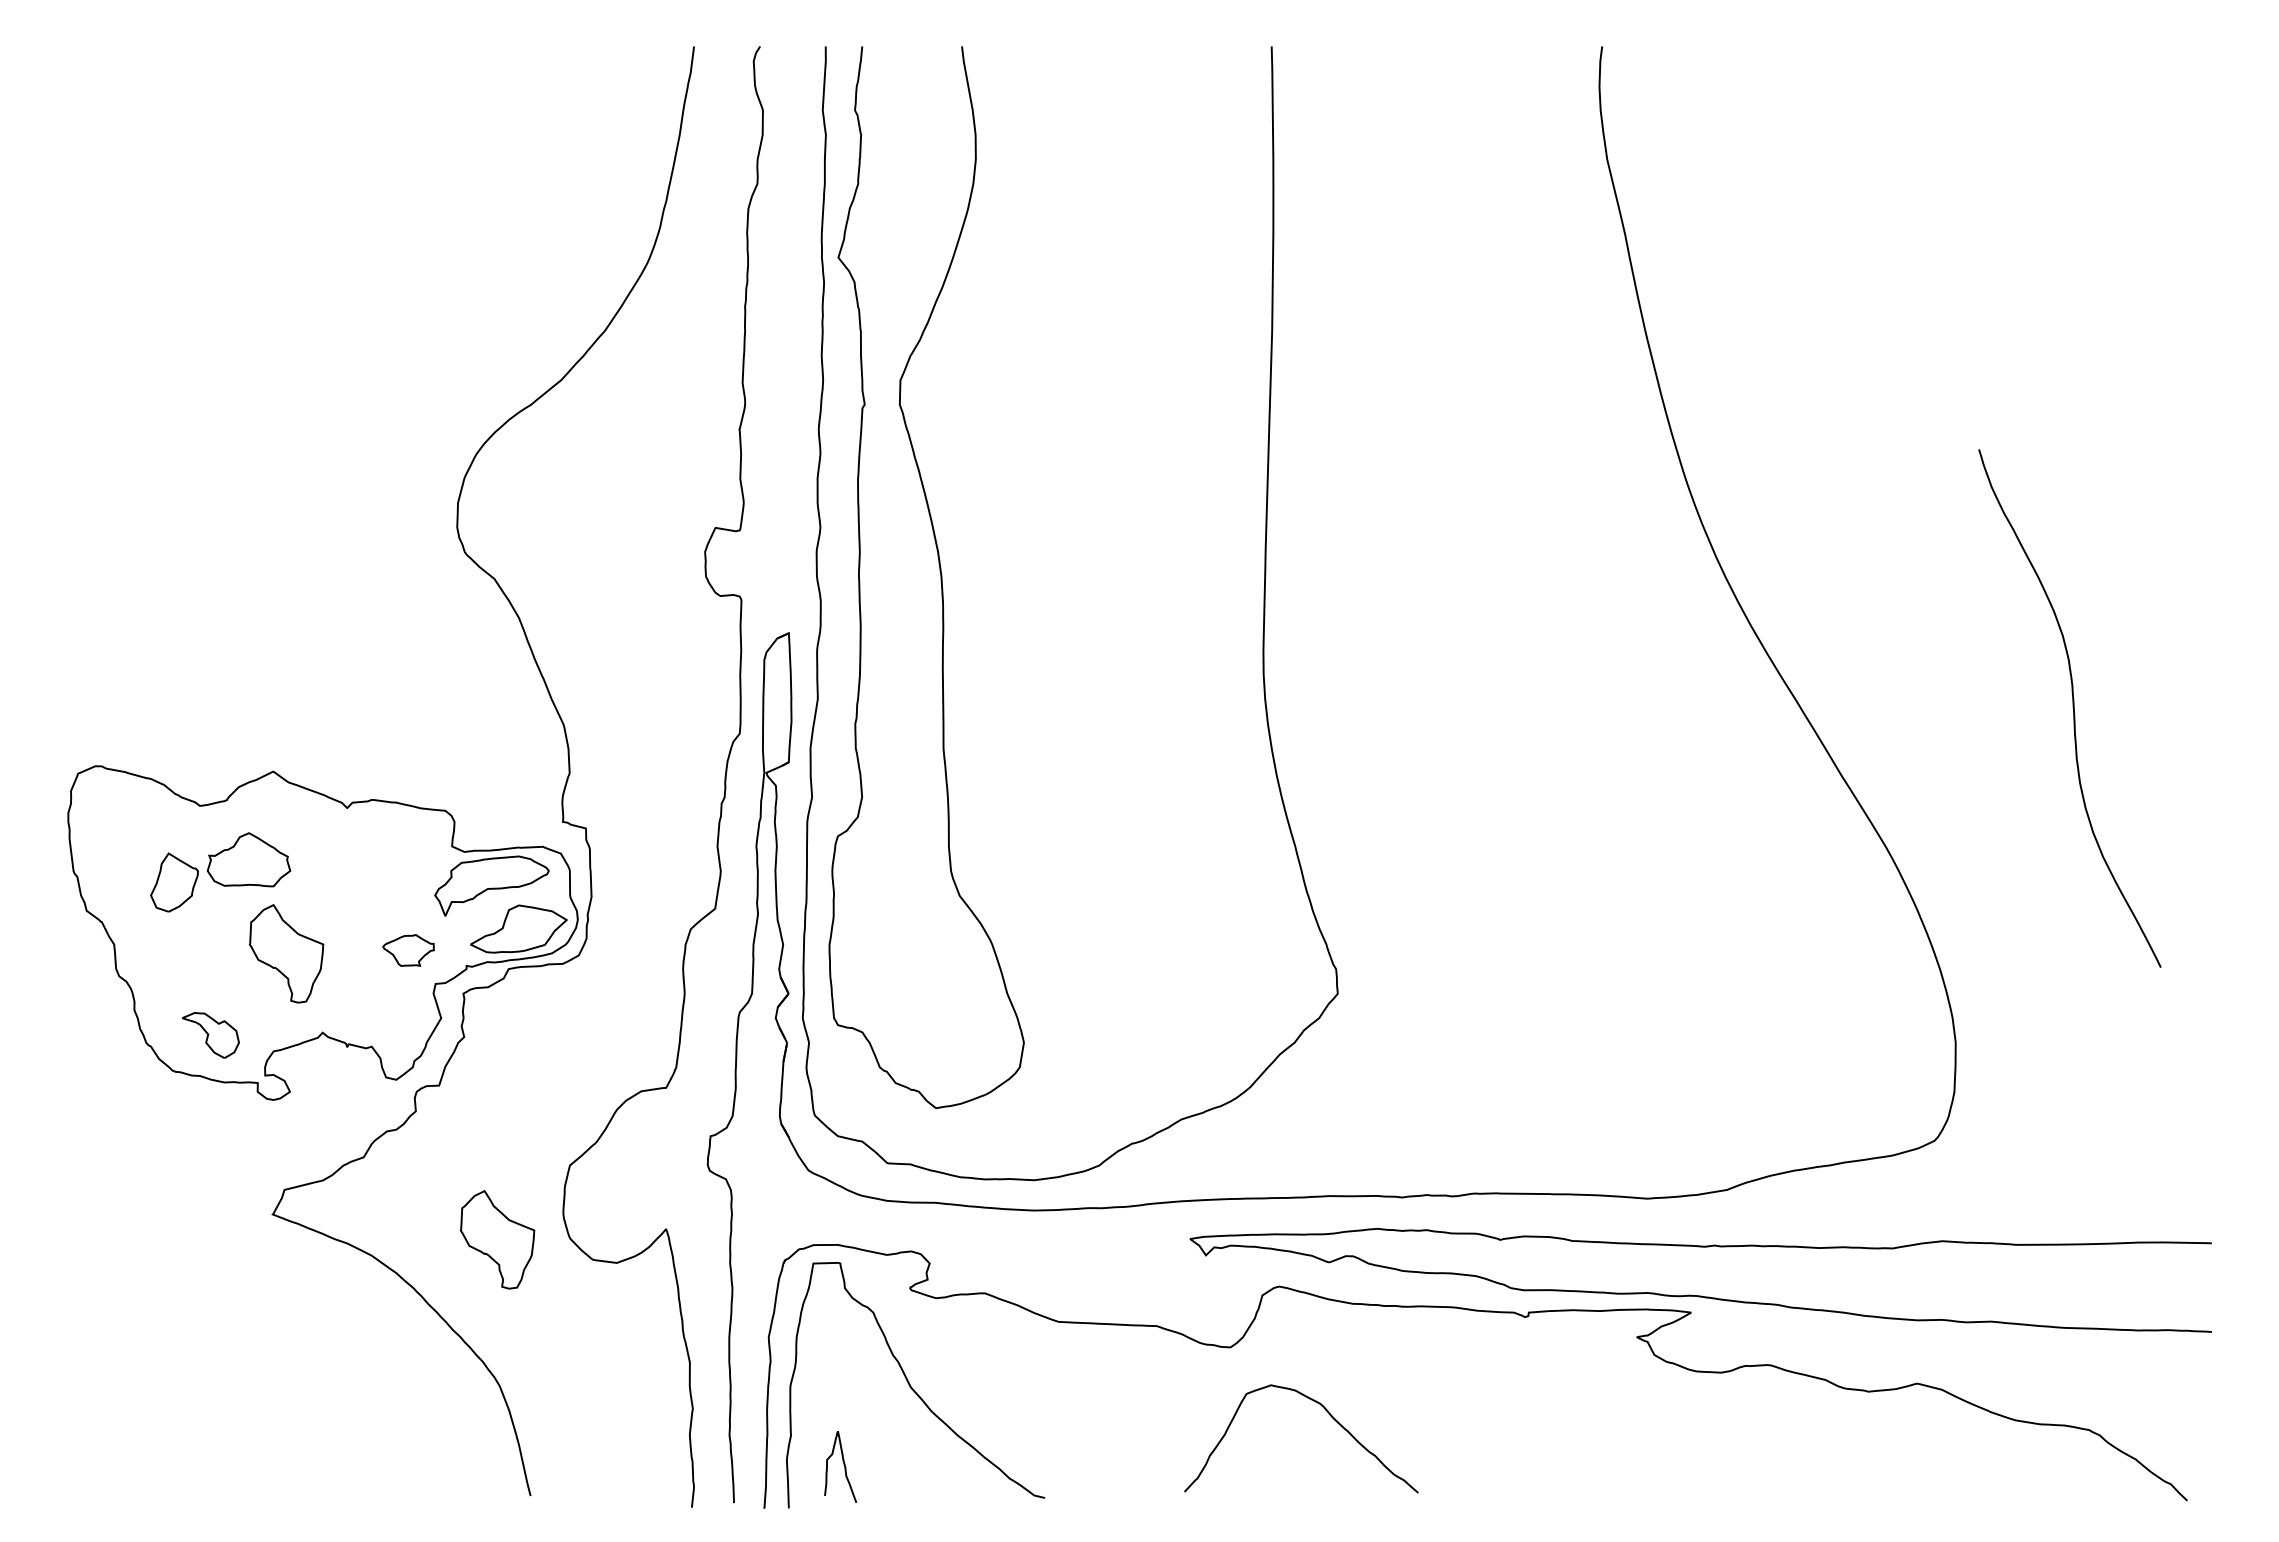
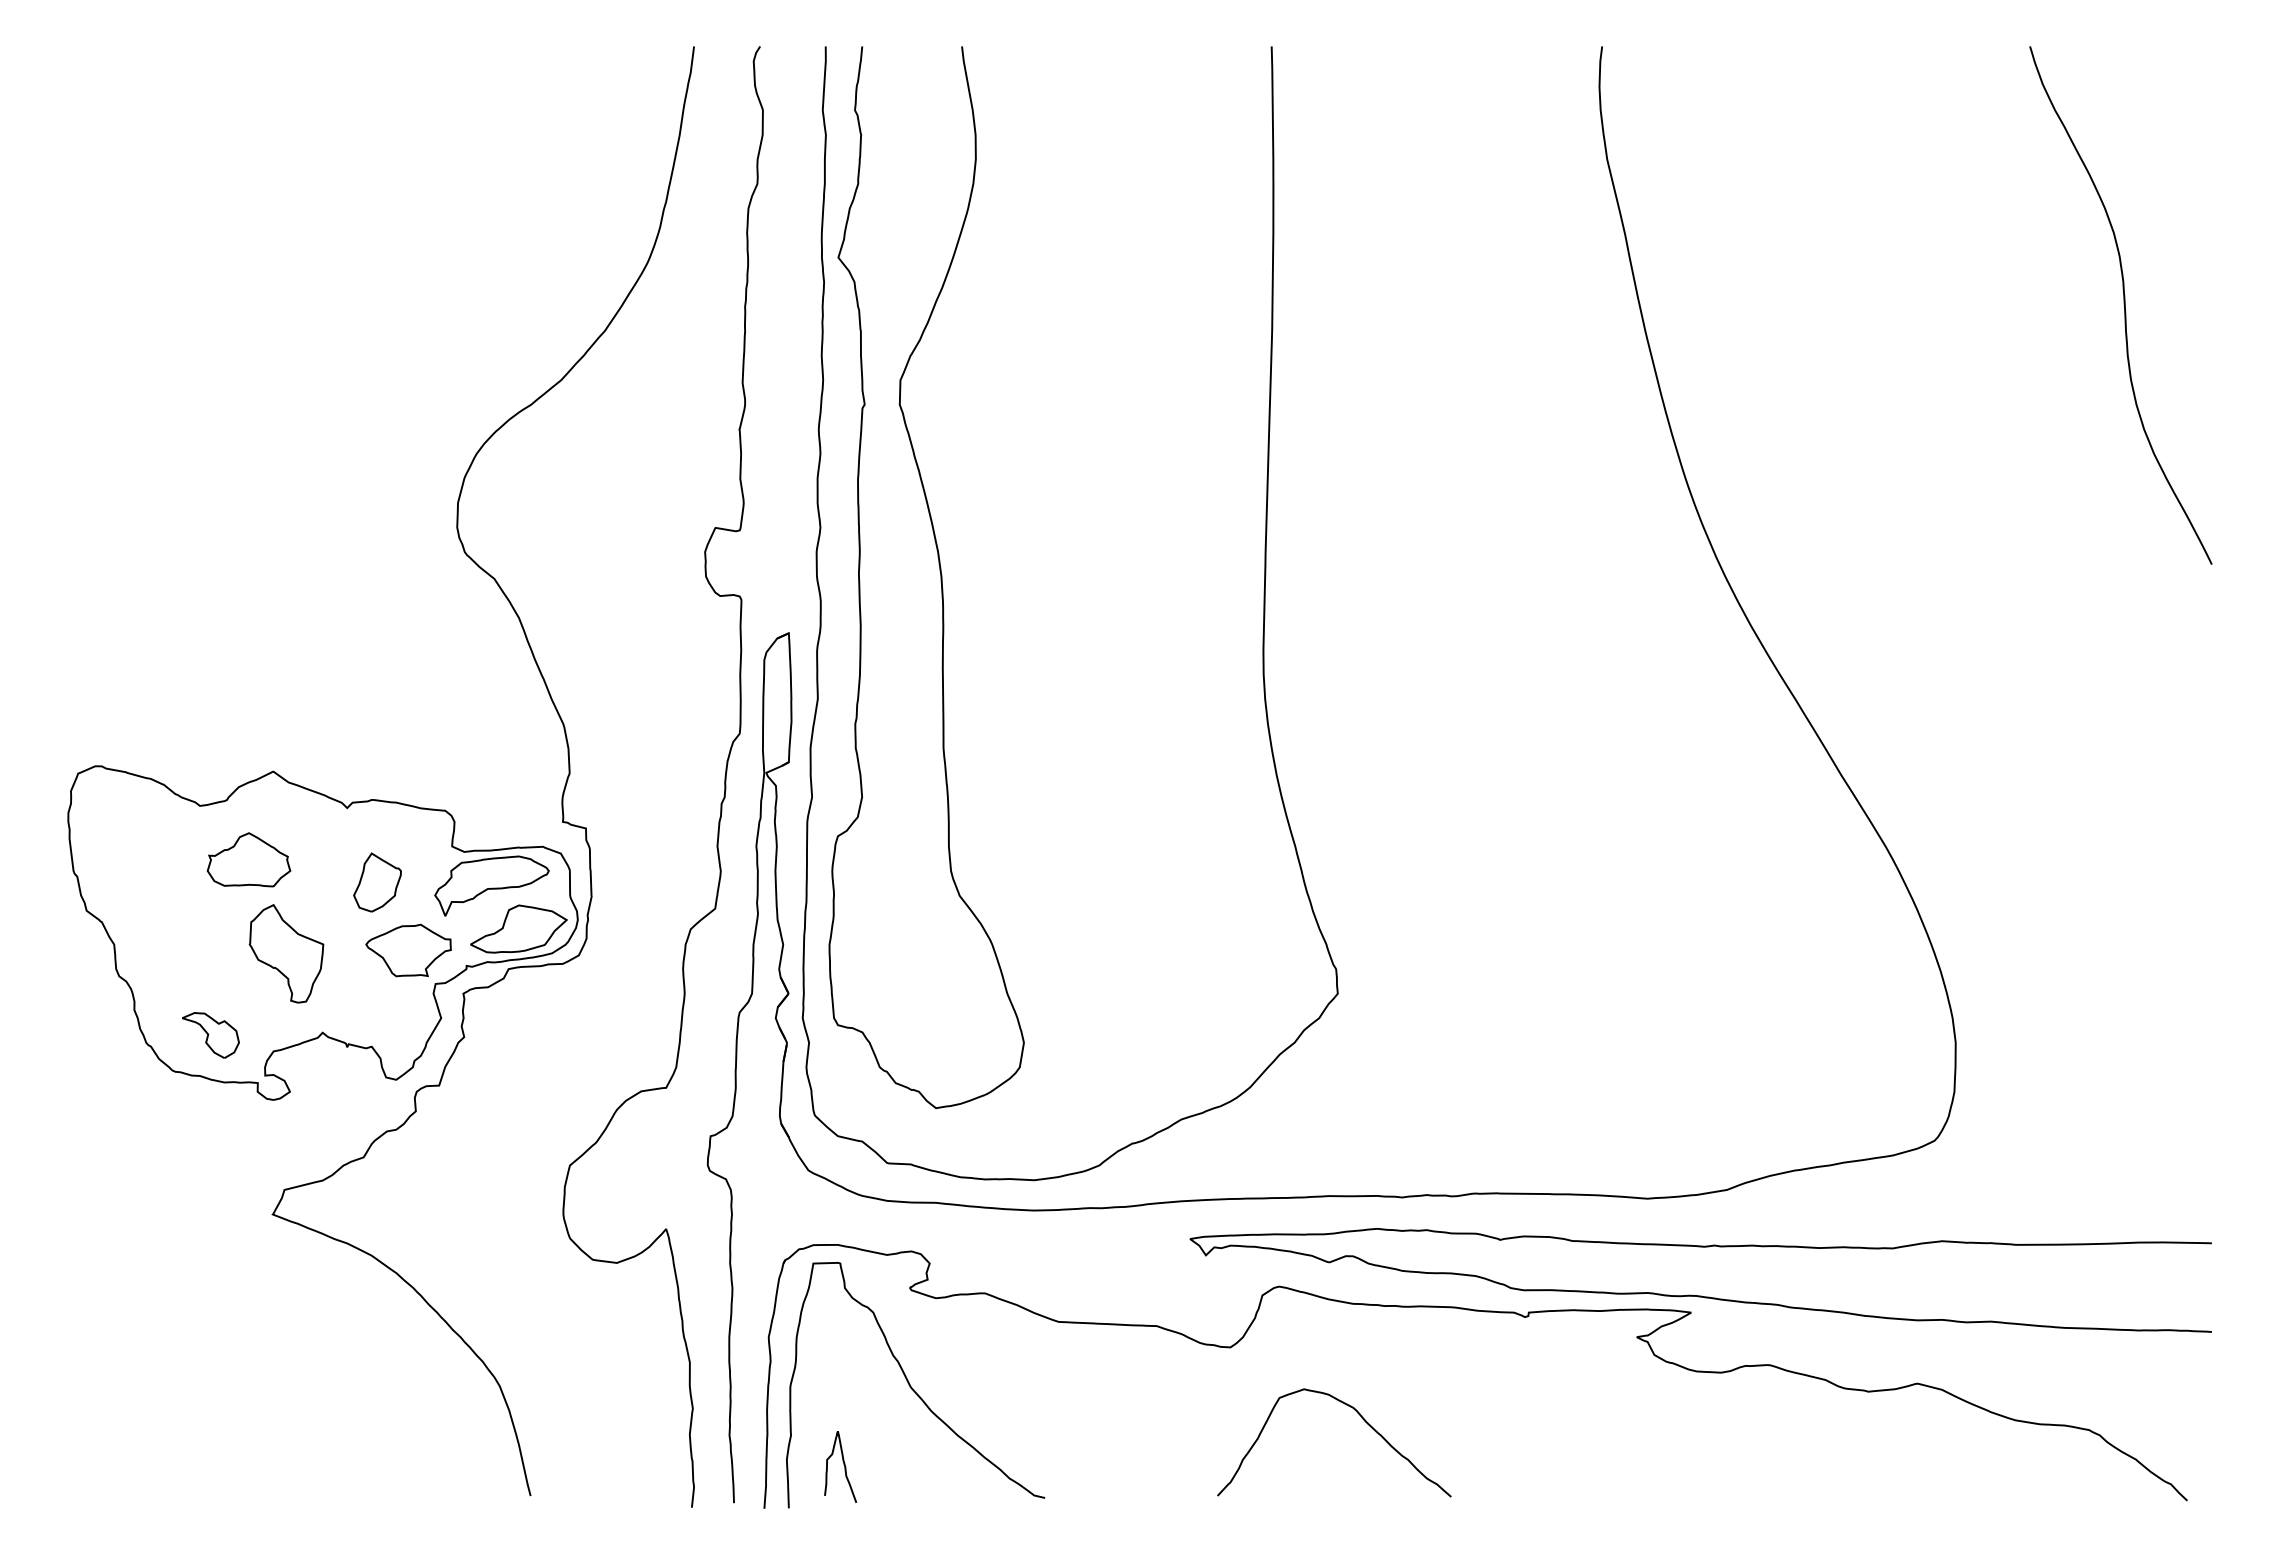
curve at (2072, 707) position: (2072, 707) -> (2123, 304)
part at (174, 882) position: (174, 882) -> (377, 882)
part at (408, 950) size: 53x33 px -> 87x55 px
part at (497, 1239): present -> none
curve at (1329, 1415) position: (1329, 1415) -> (1362, 1419)
